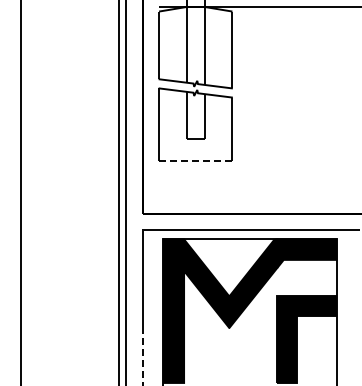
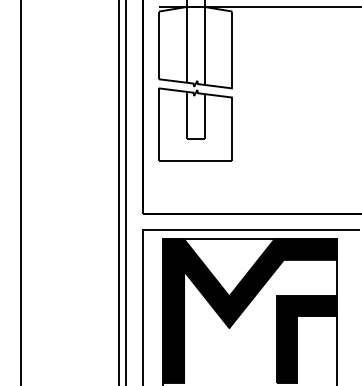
line at (195, 160): dashed -> solid
line at (142, 356): dashed -> solid
